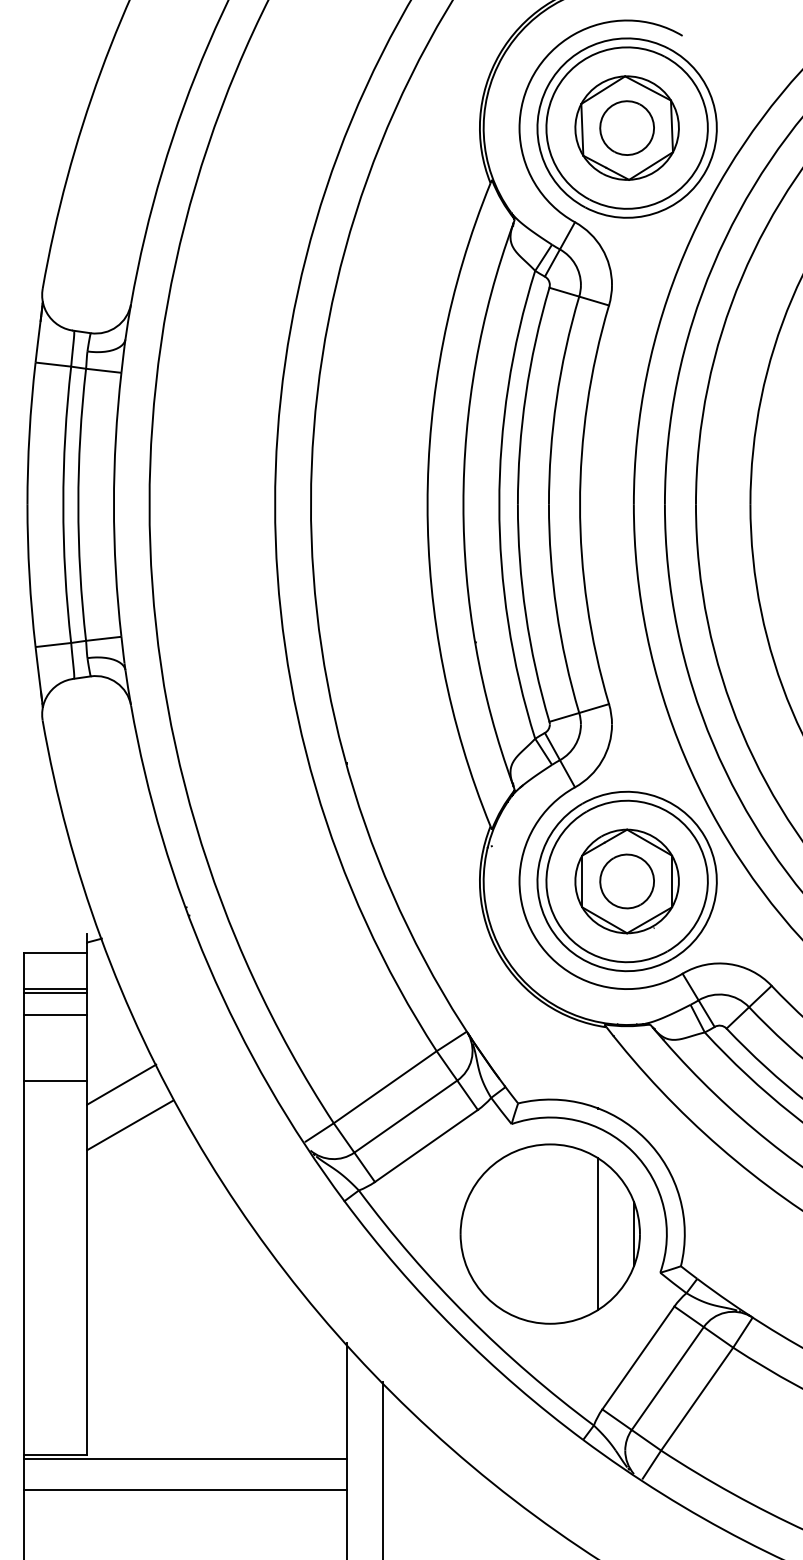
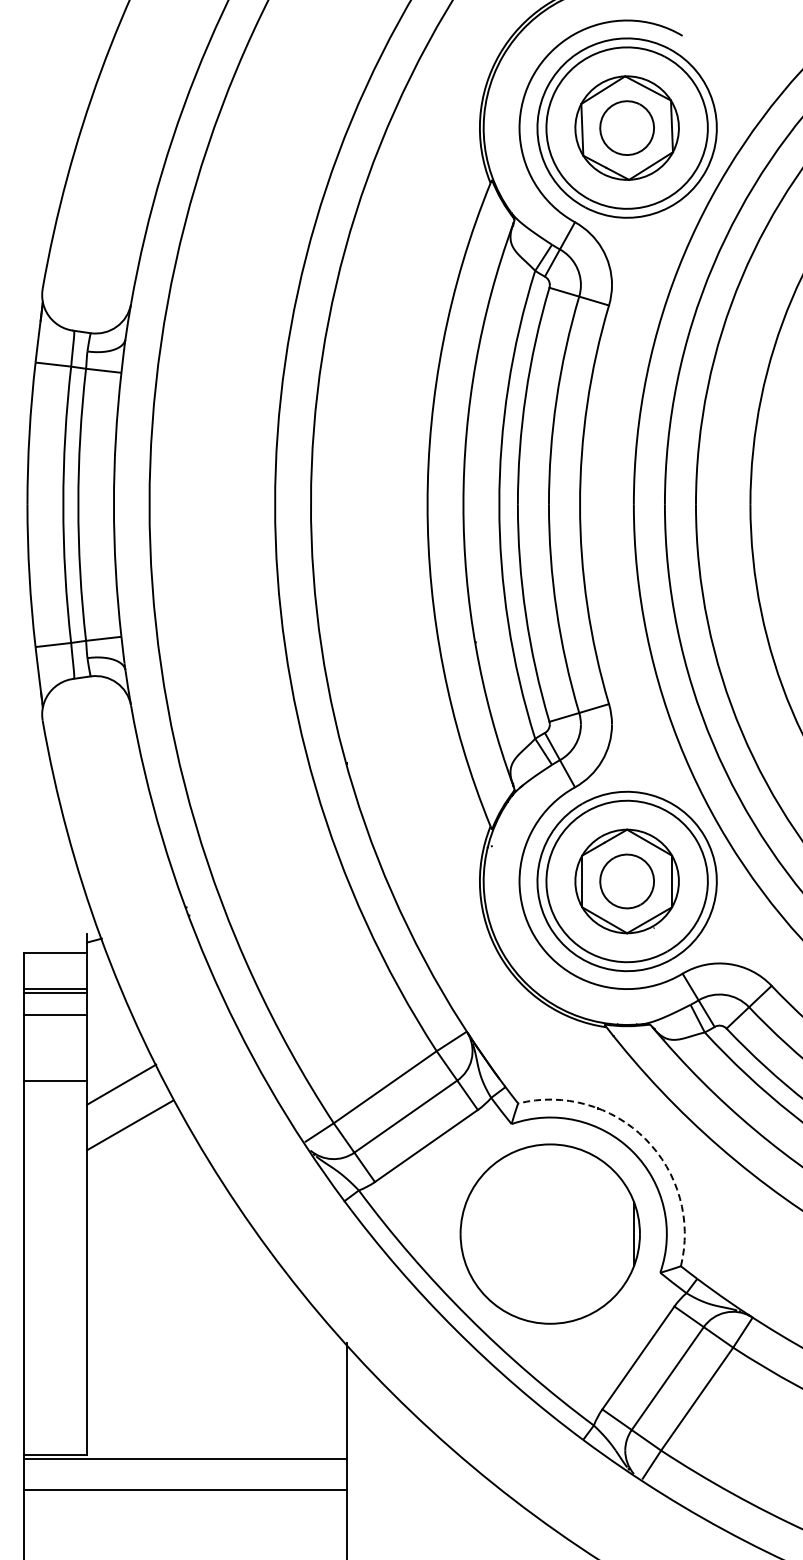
arc at (645, 1138): solid -> dashed
line at (597, 1233): present -> none
line at (382, 1469): present -> none
